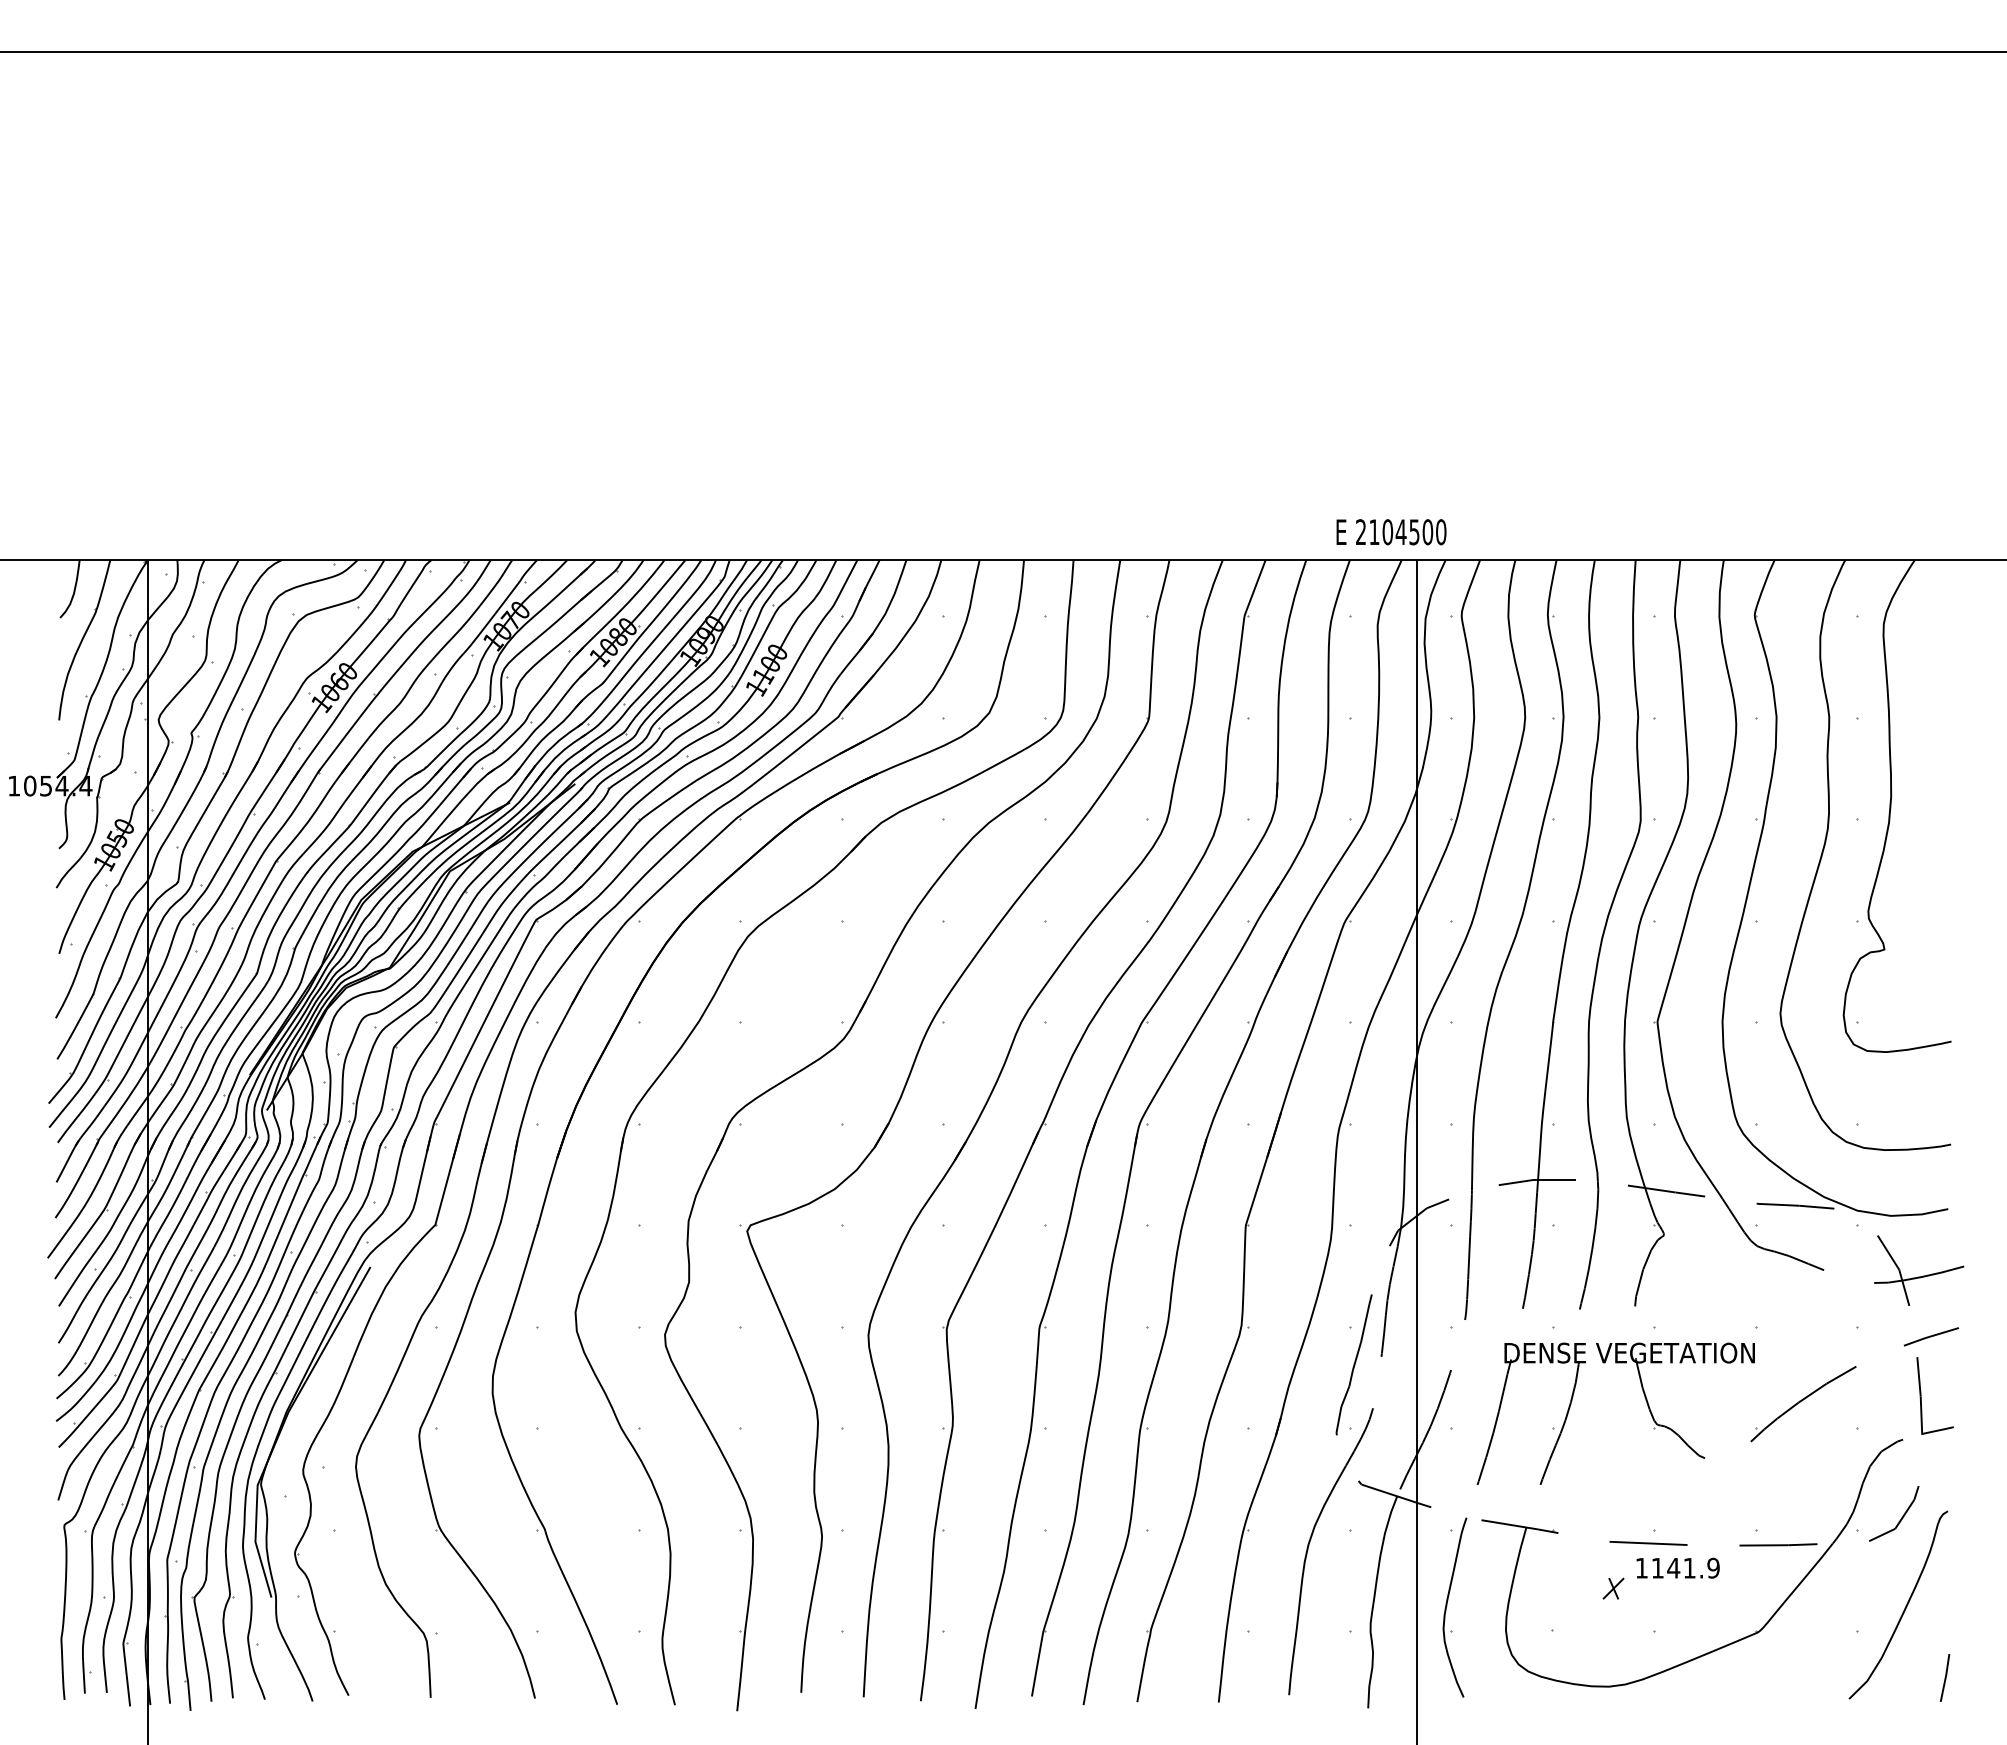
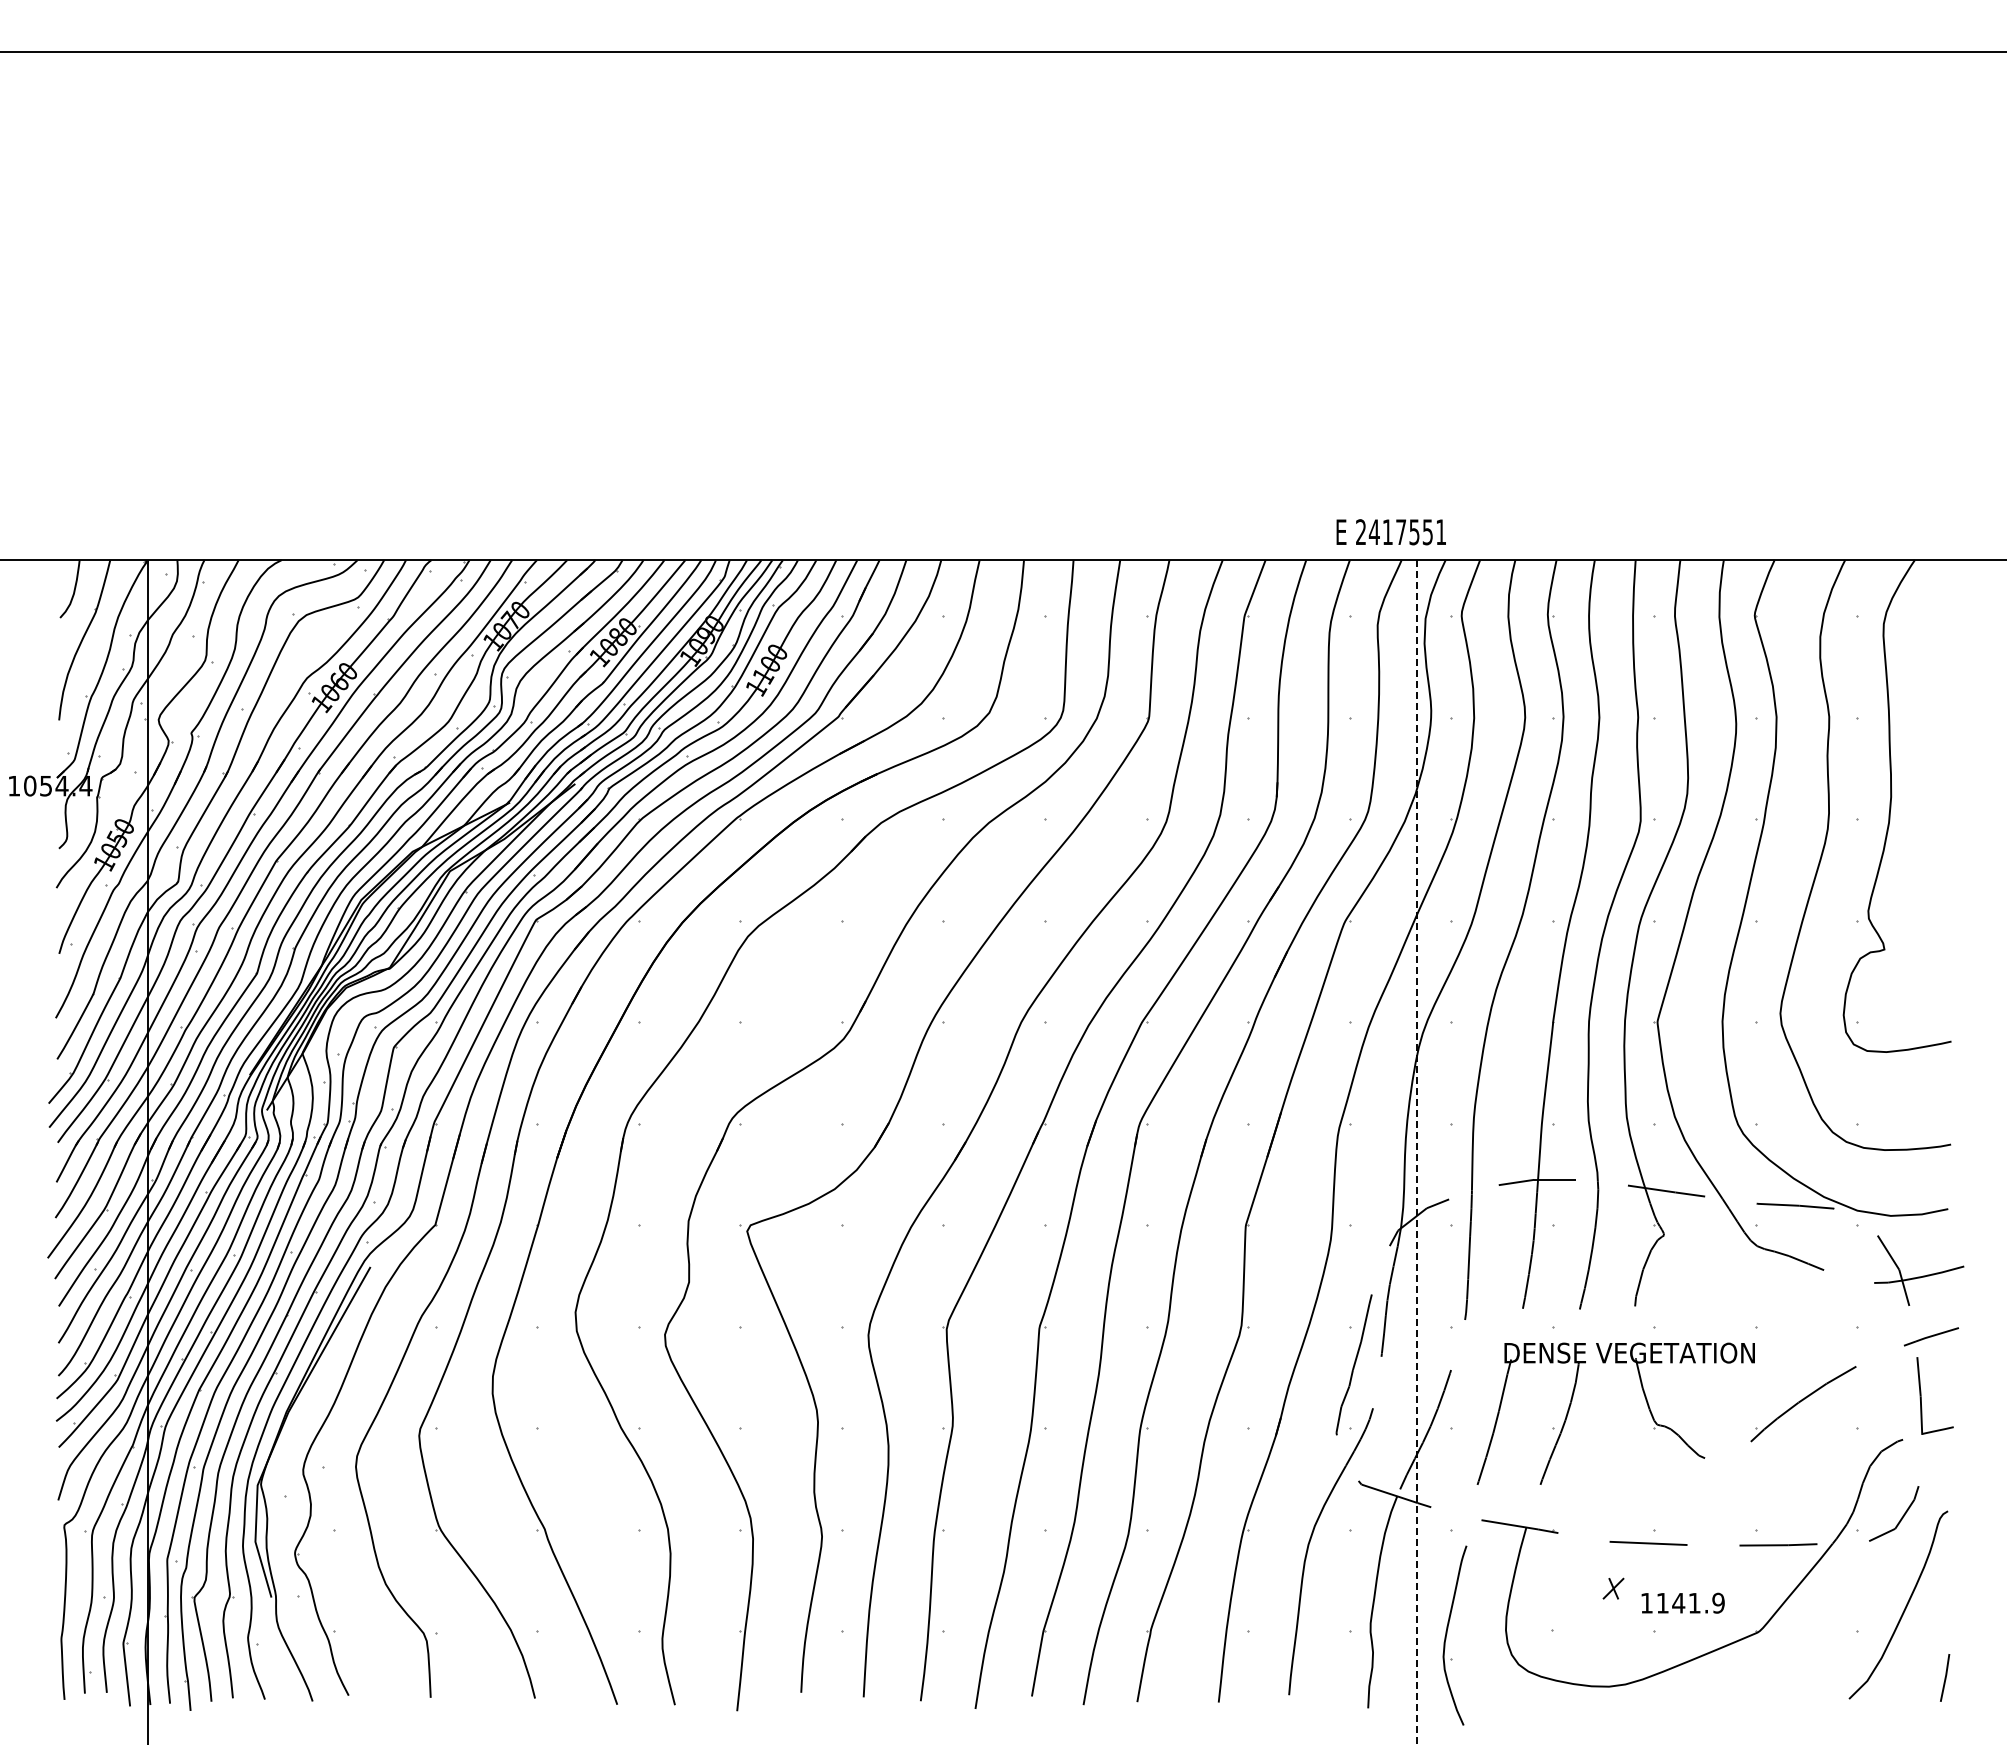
text at (1407, 532): 2104500 -> 2417551
line at (1417, 1152): solid -> dashed
text at (1677, 1567) position: (1677, 1567) -> (1682, 1602)
part at (1447, 1606) position: (1447, 1606) -> (1447, 1634)
